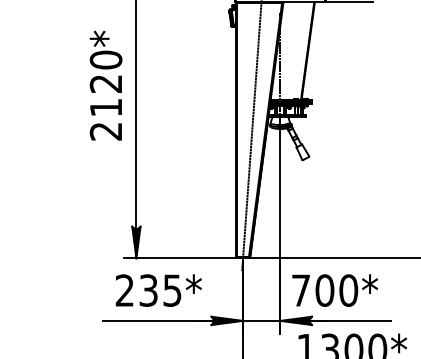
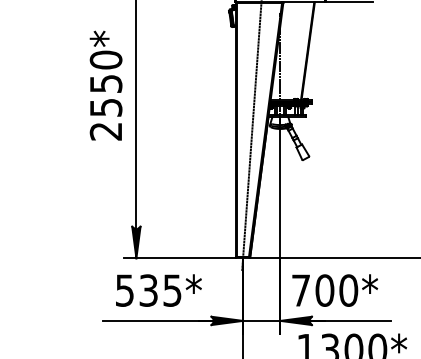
text at (105, 95): 2120* -> 2550*
text at (124, 290): 235* -> 535*
